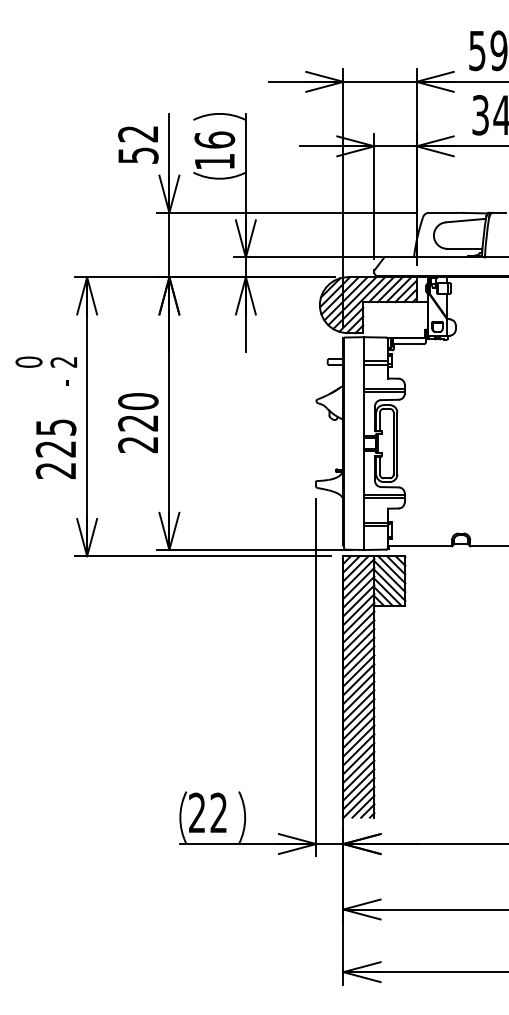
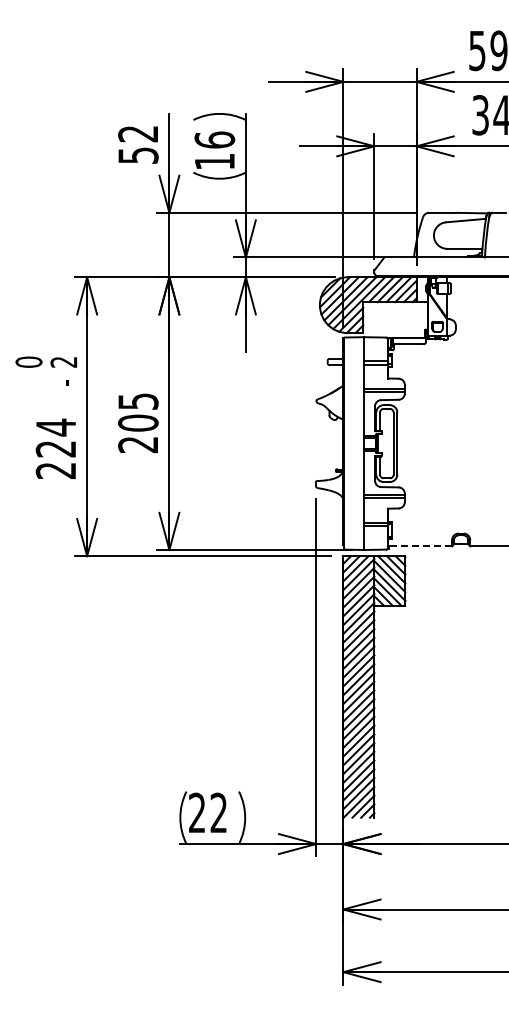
text at (138, 412): 220 -> 205
text at (56, 427): 225 -> 224
line at (419, 546): solid -> dashed
